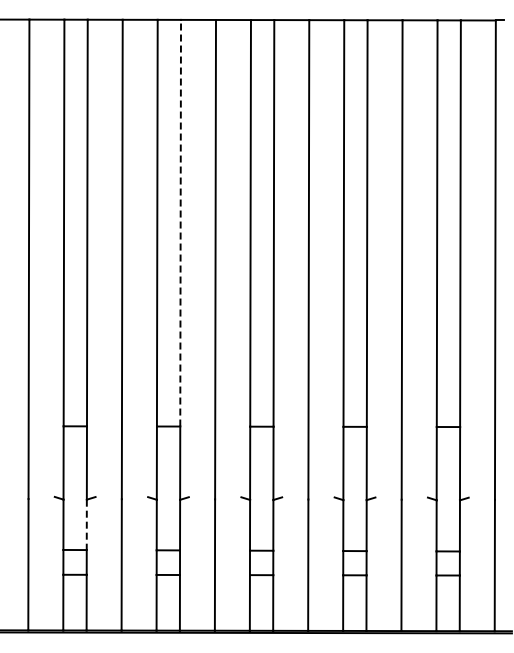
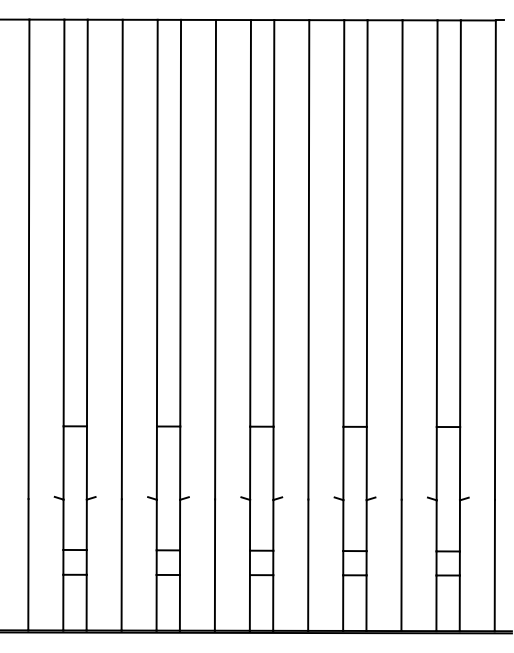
line at (180, 222): dashed -> solid
line at (86, 525): dashed -> solid
